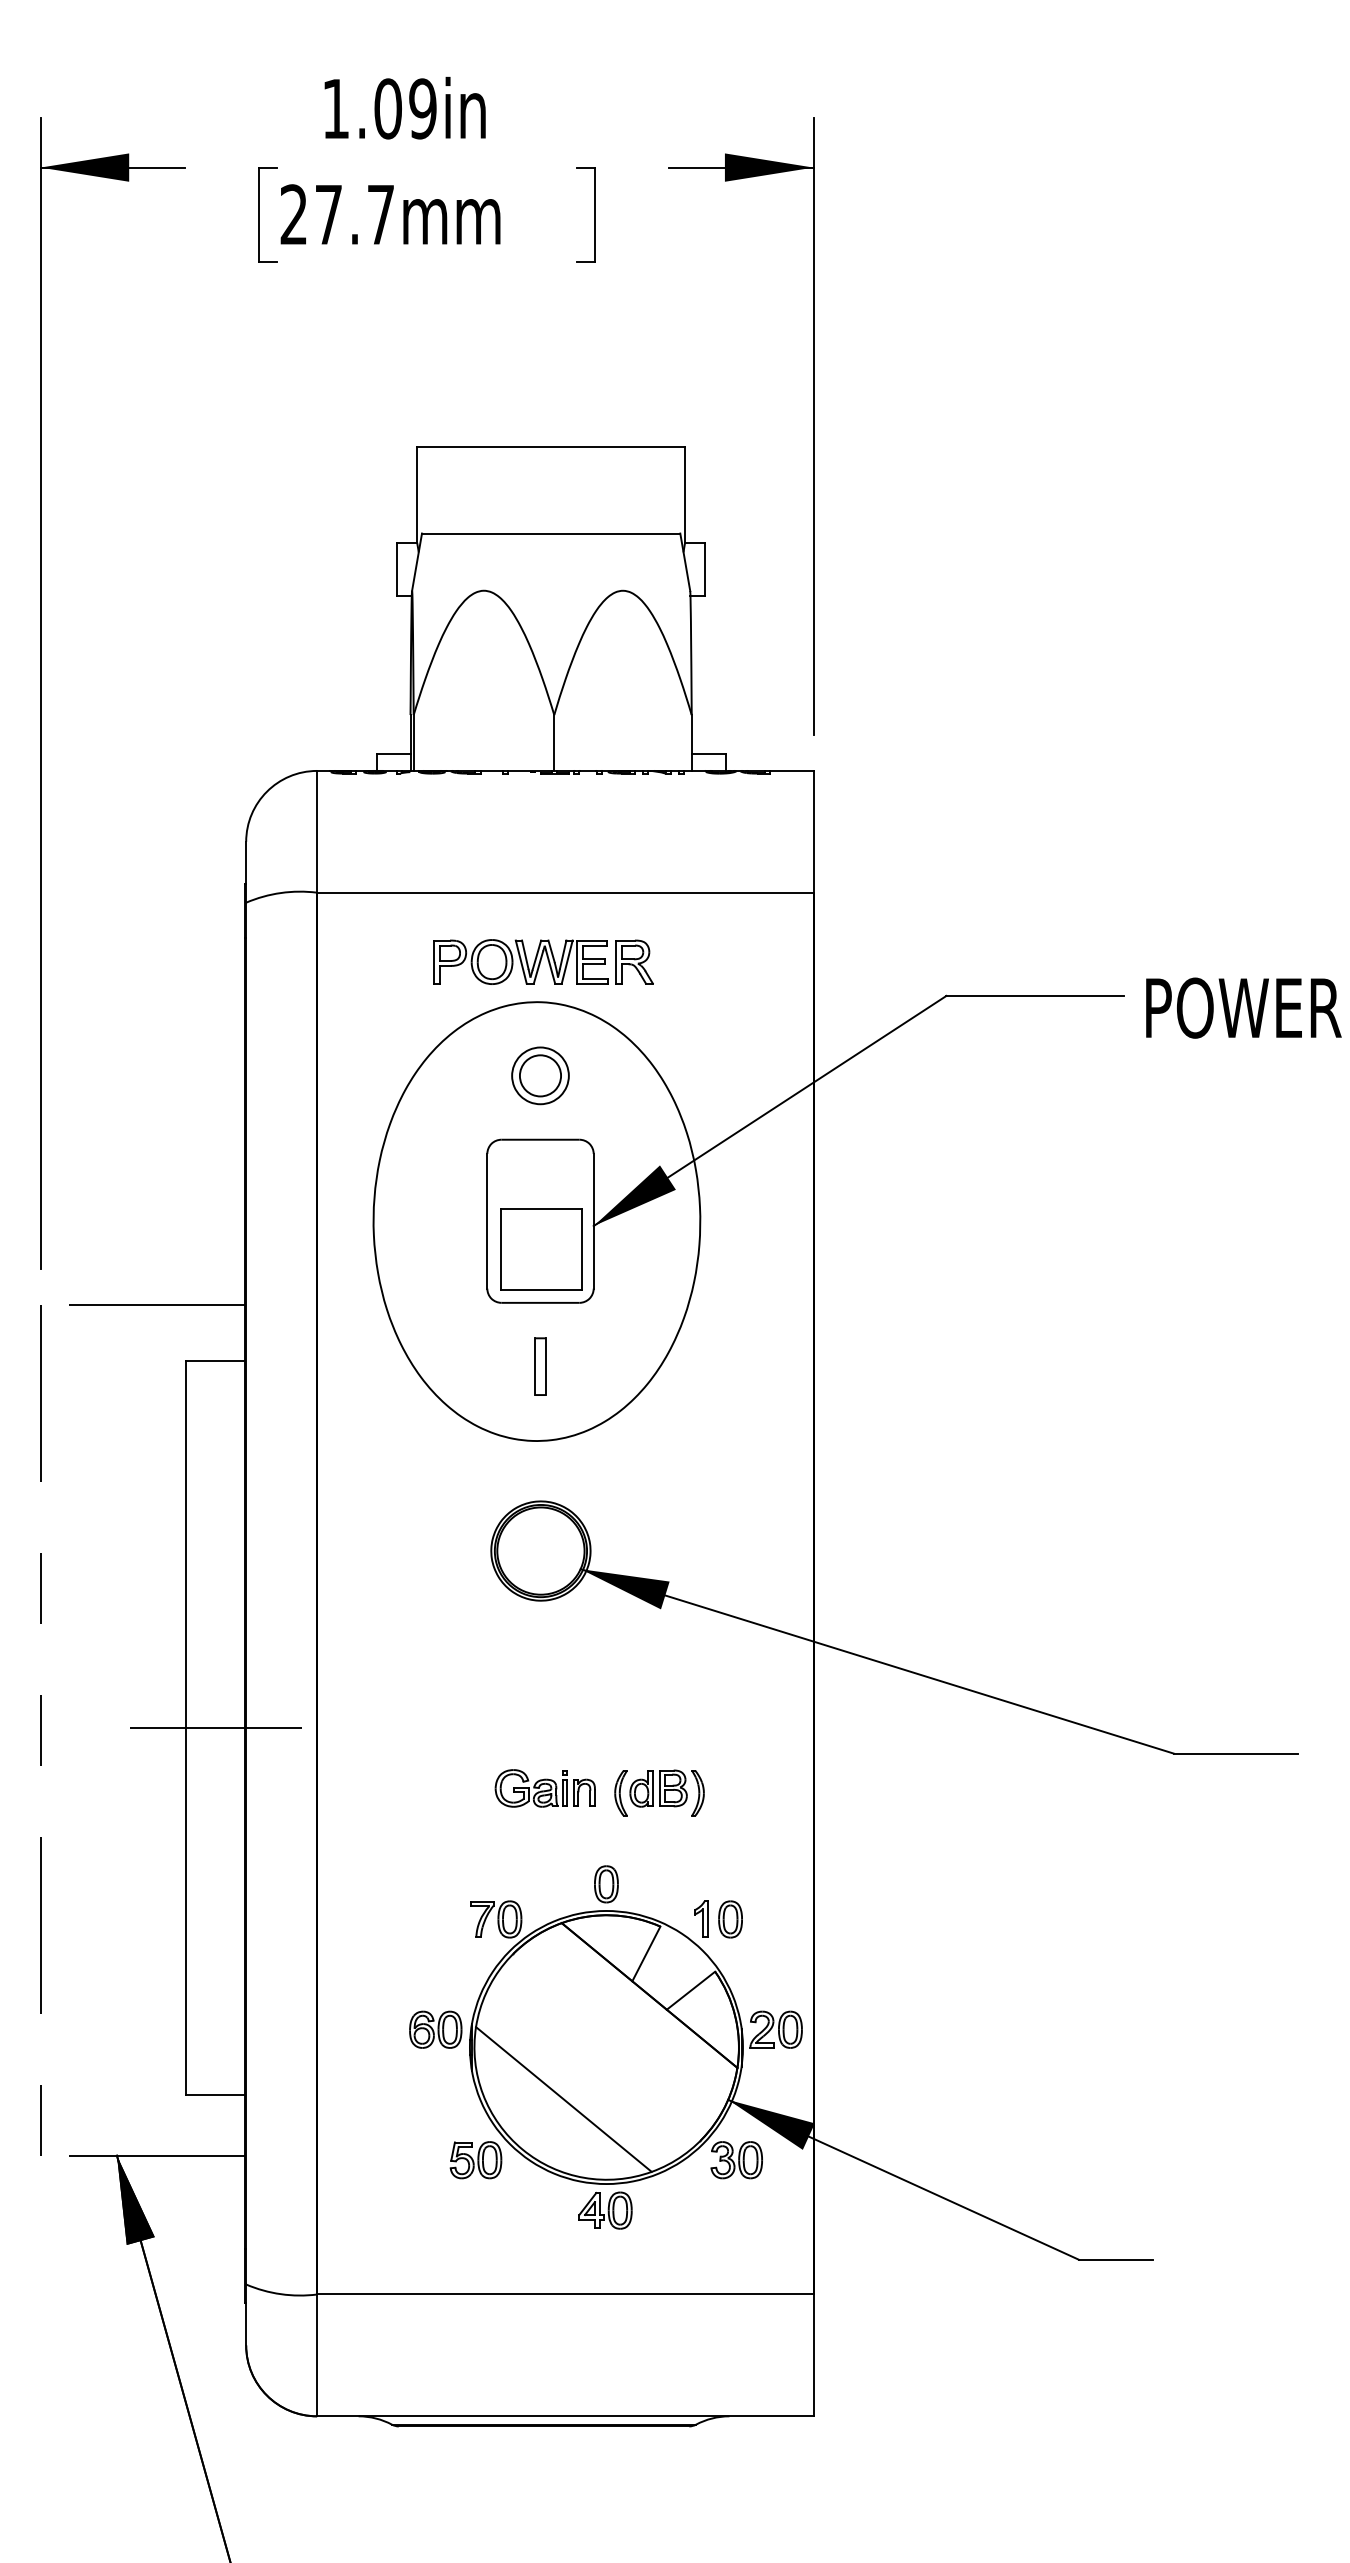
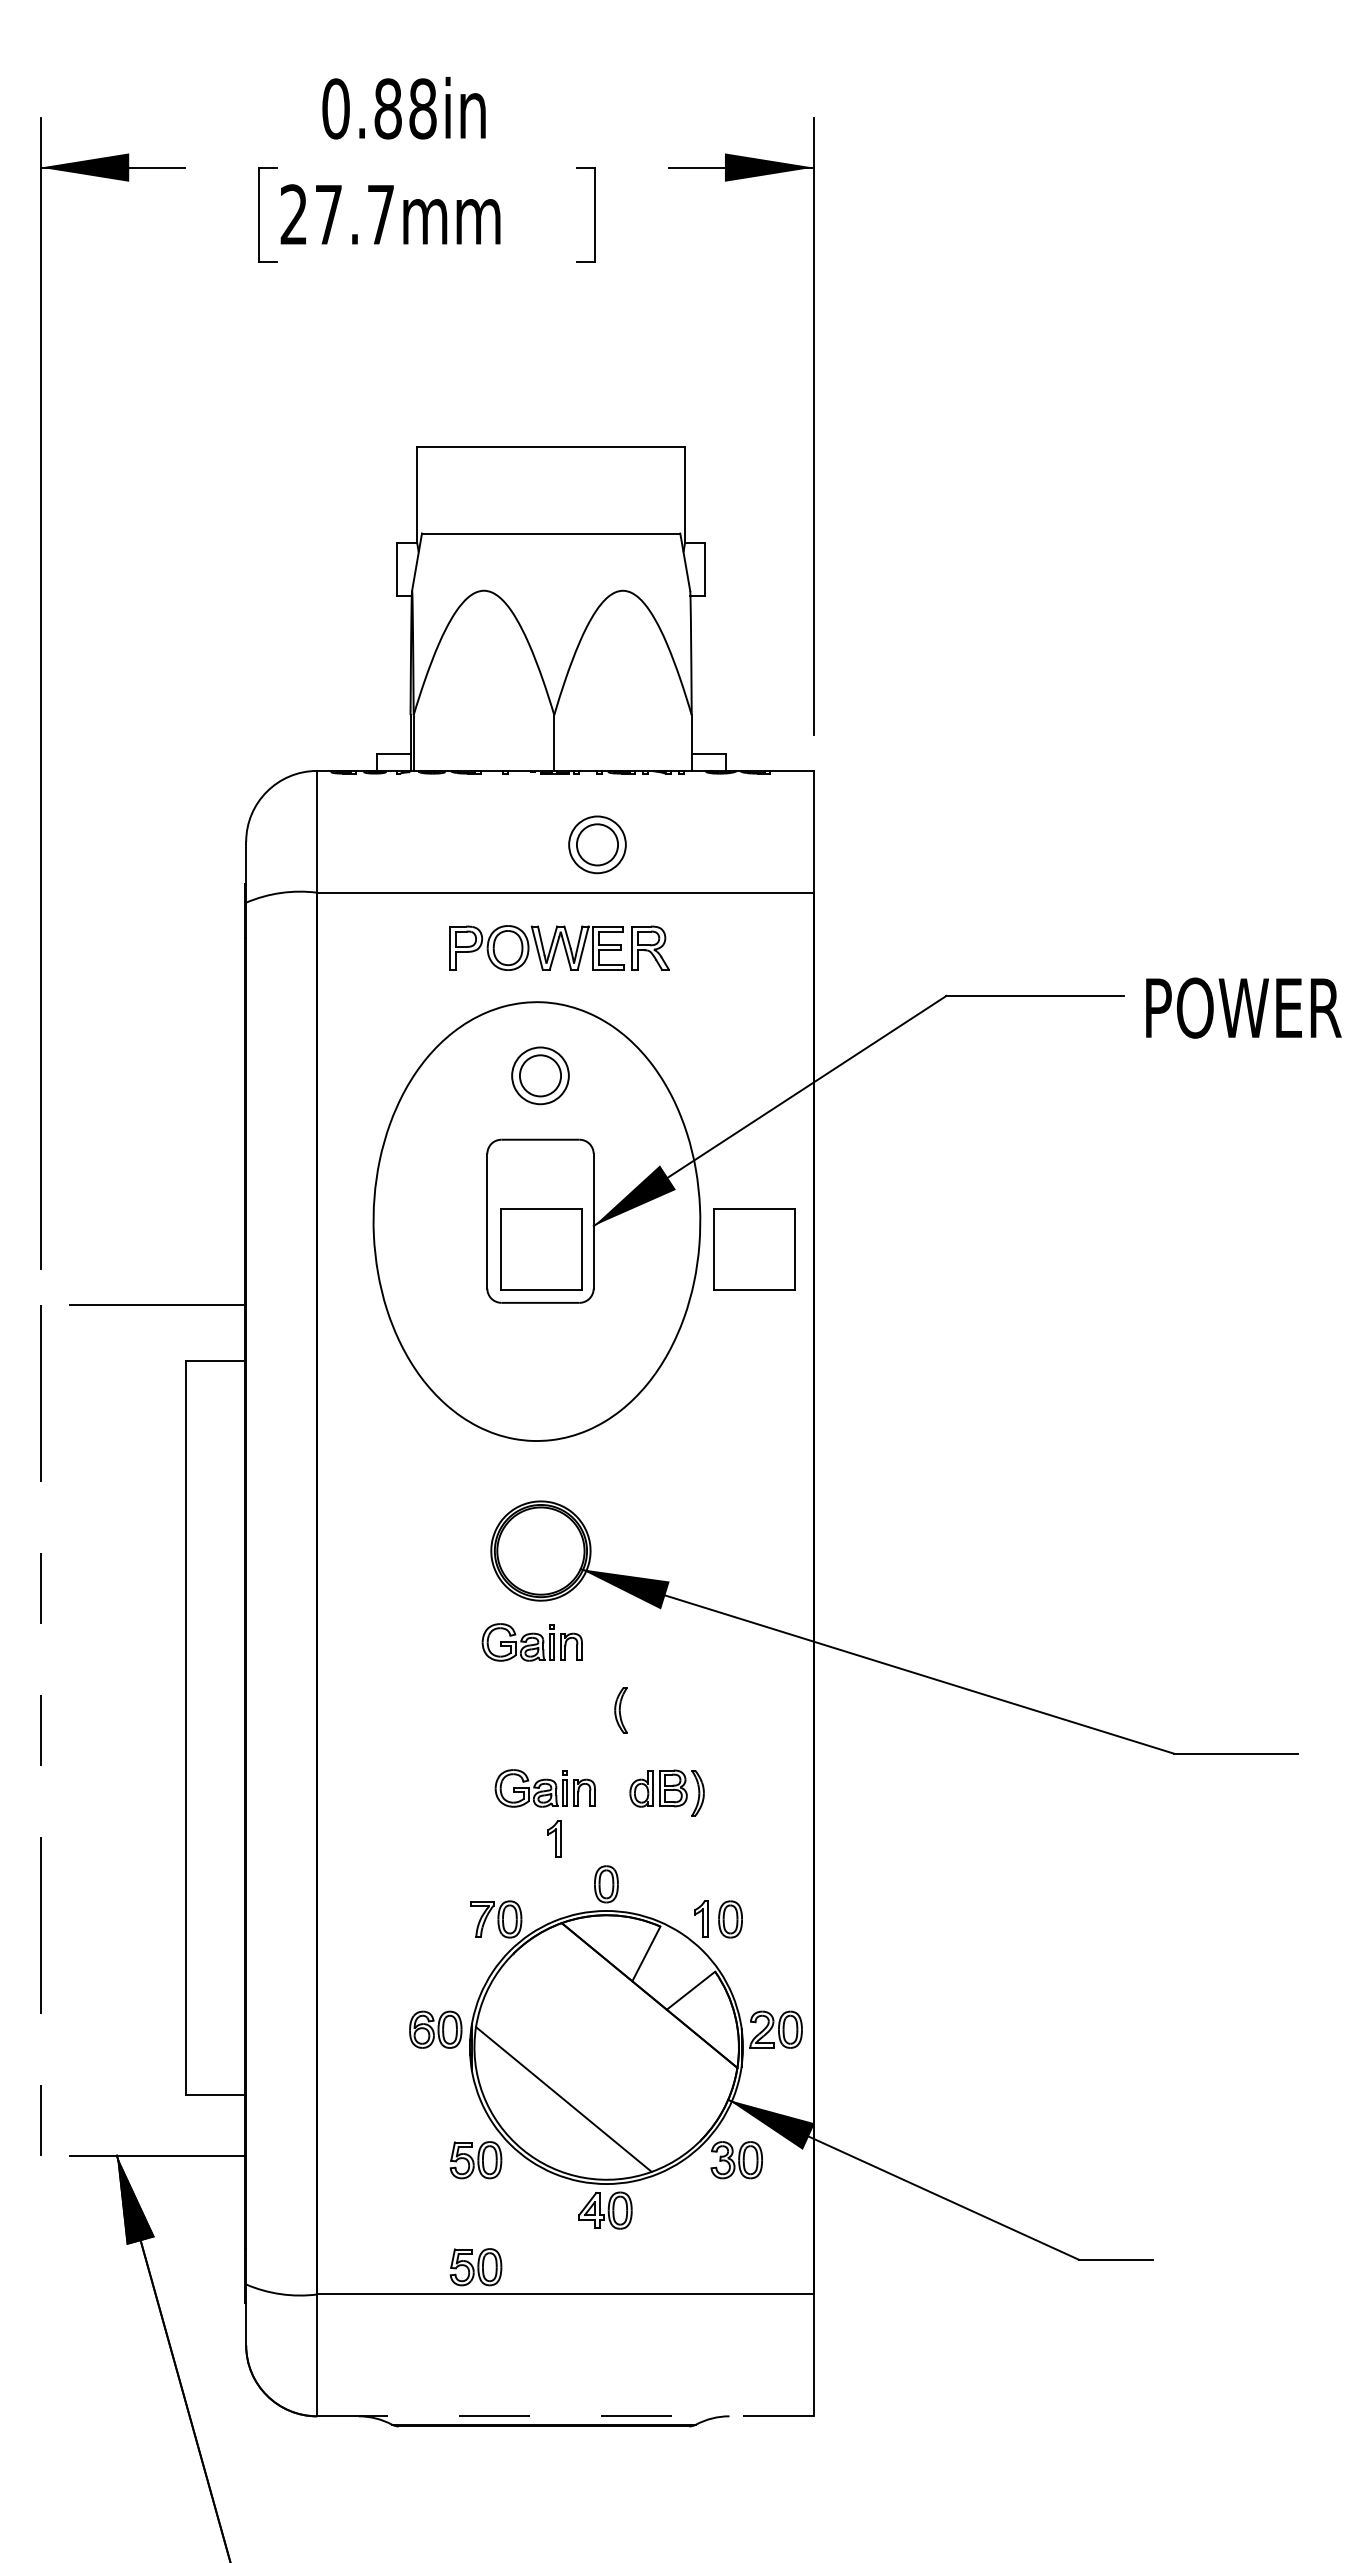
text at (379, 108): 1.09in -> 0.88in
part at (597, 844): none -> present
part at (543, 961) position: (543, 961) -> (559, 947)
part at (754, 1249): none -> present
part at (540, 1366): present -> none
part at (531, 1642): none -> present
line at (216, 1728): present -> none
part at (620, 1793) position: (620, 1793) -> (620, 1710)
part at (554, 1838): none -> present
part at (475, 2267): none -> present
line at (565, 2416): solid -> dashed
